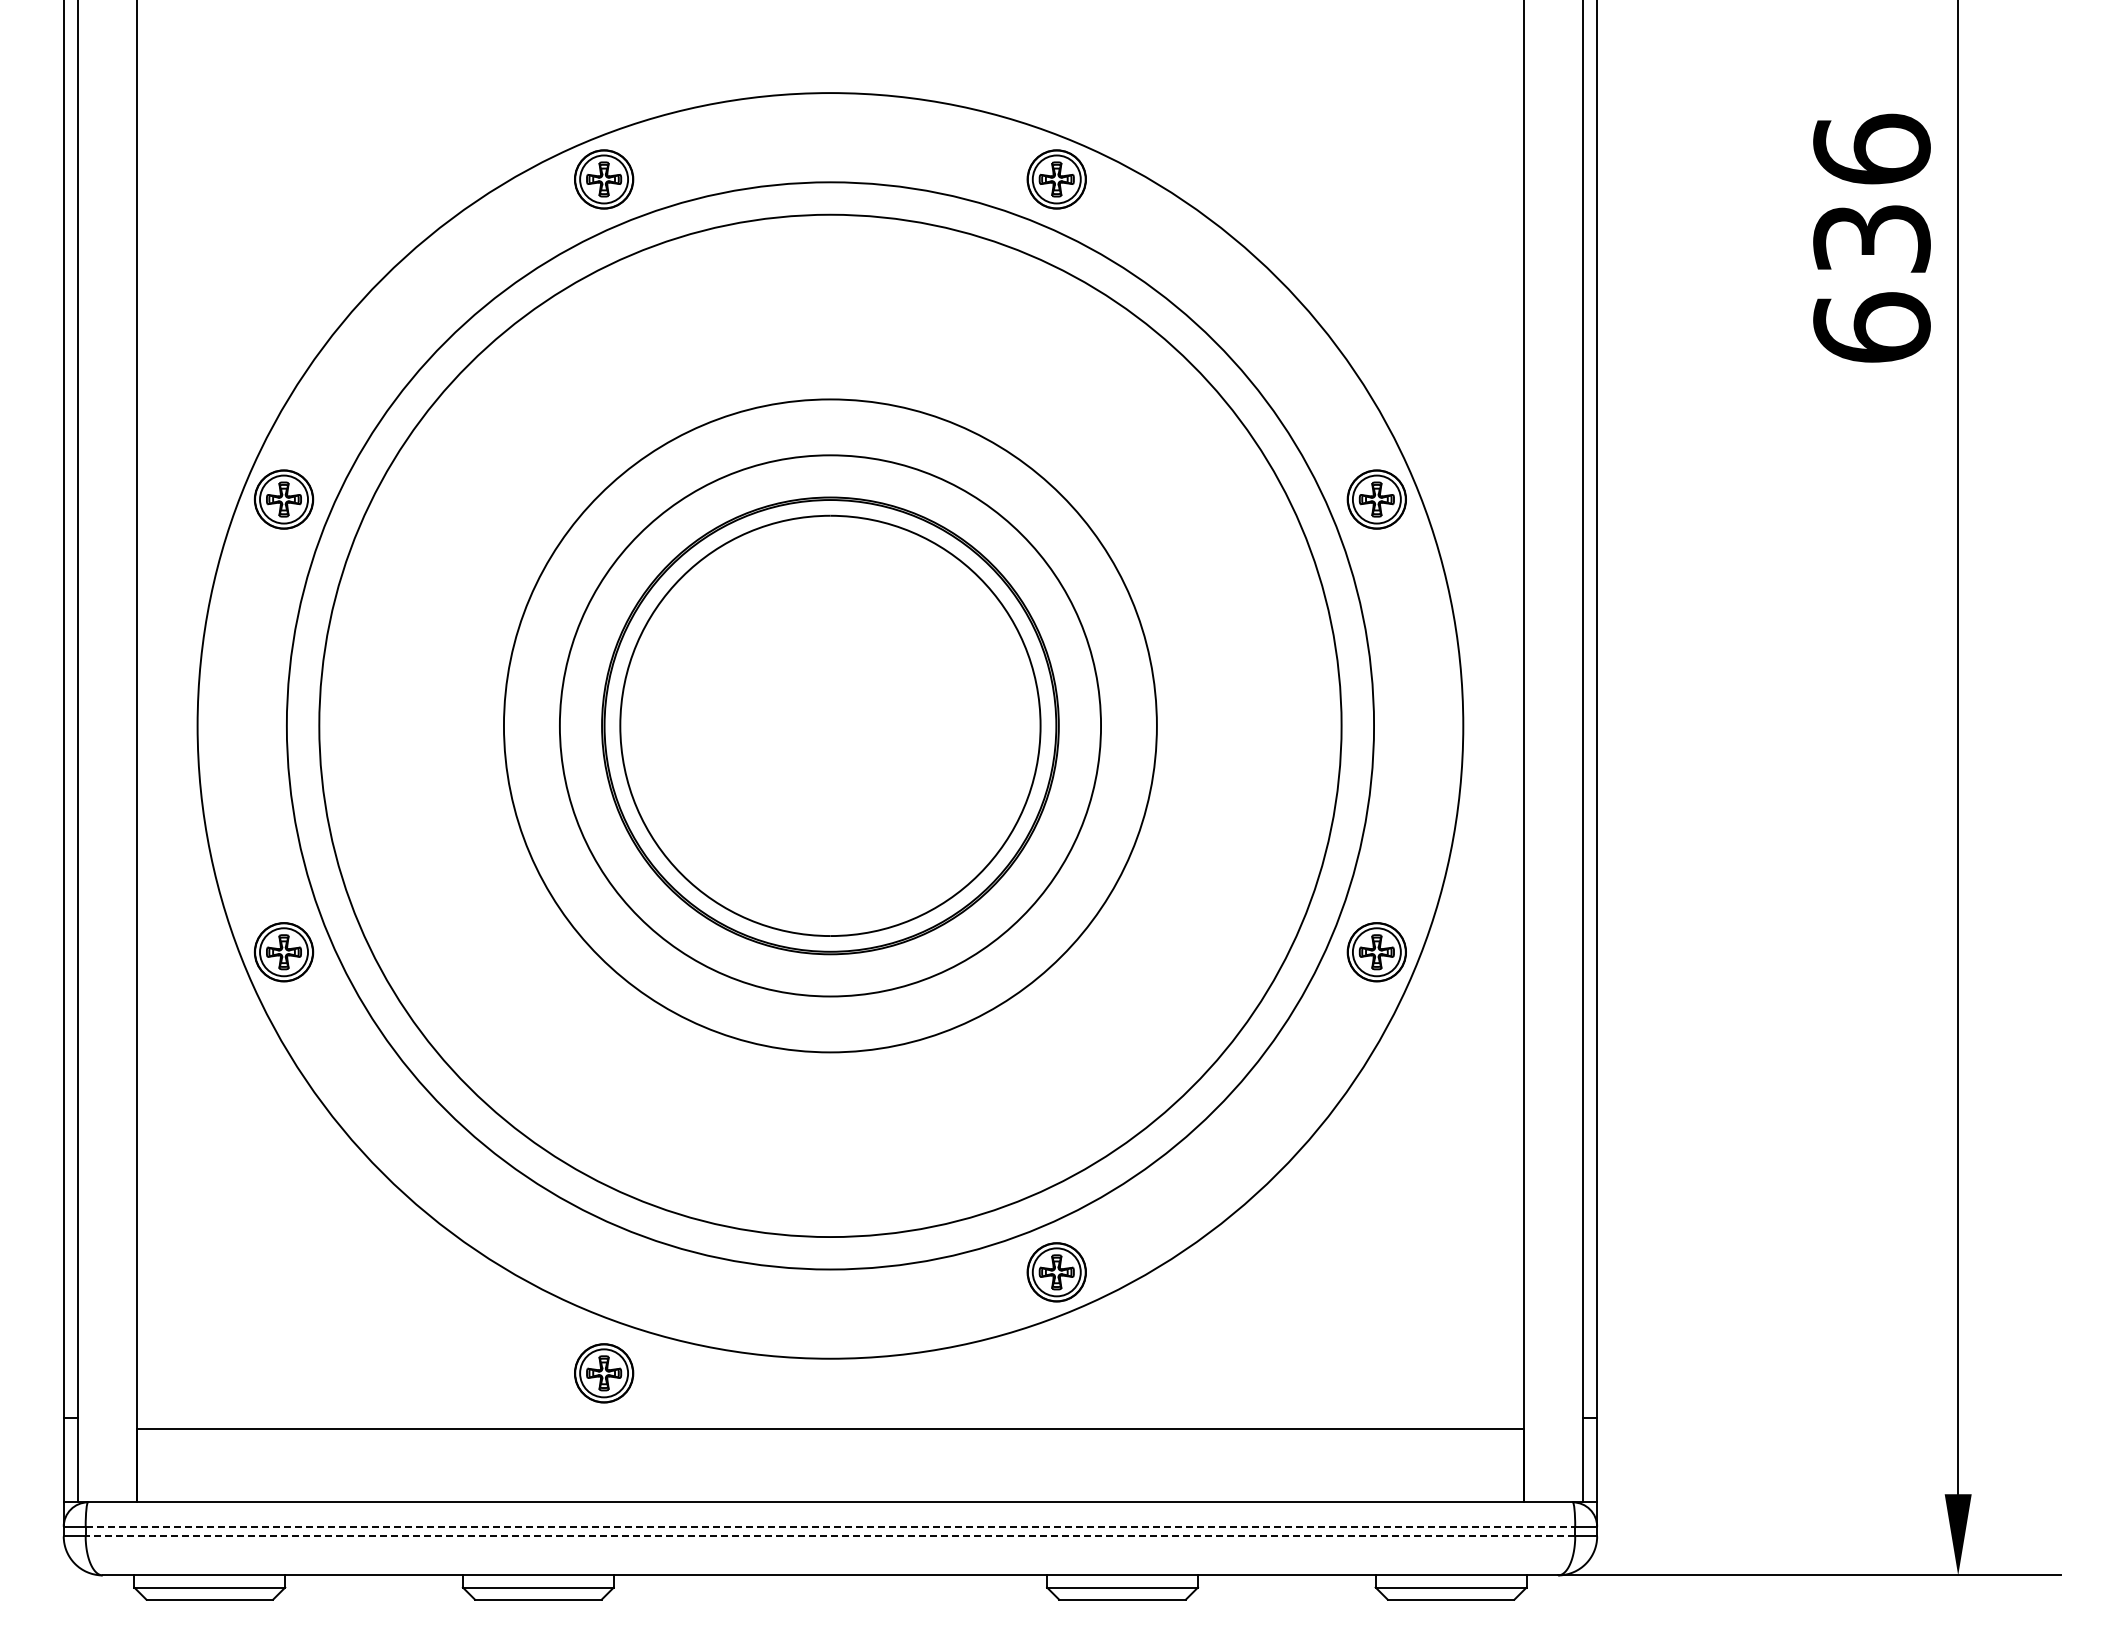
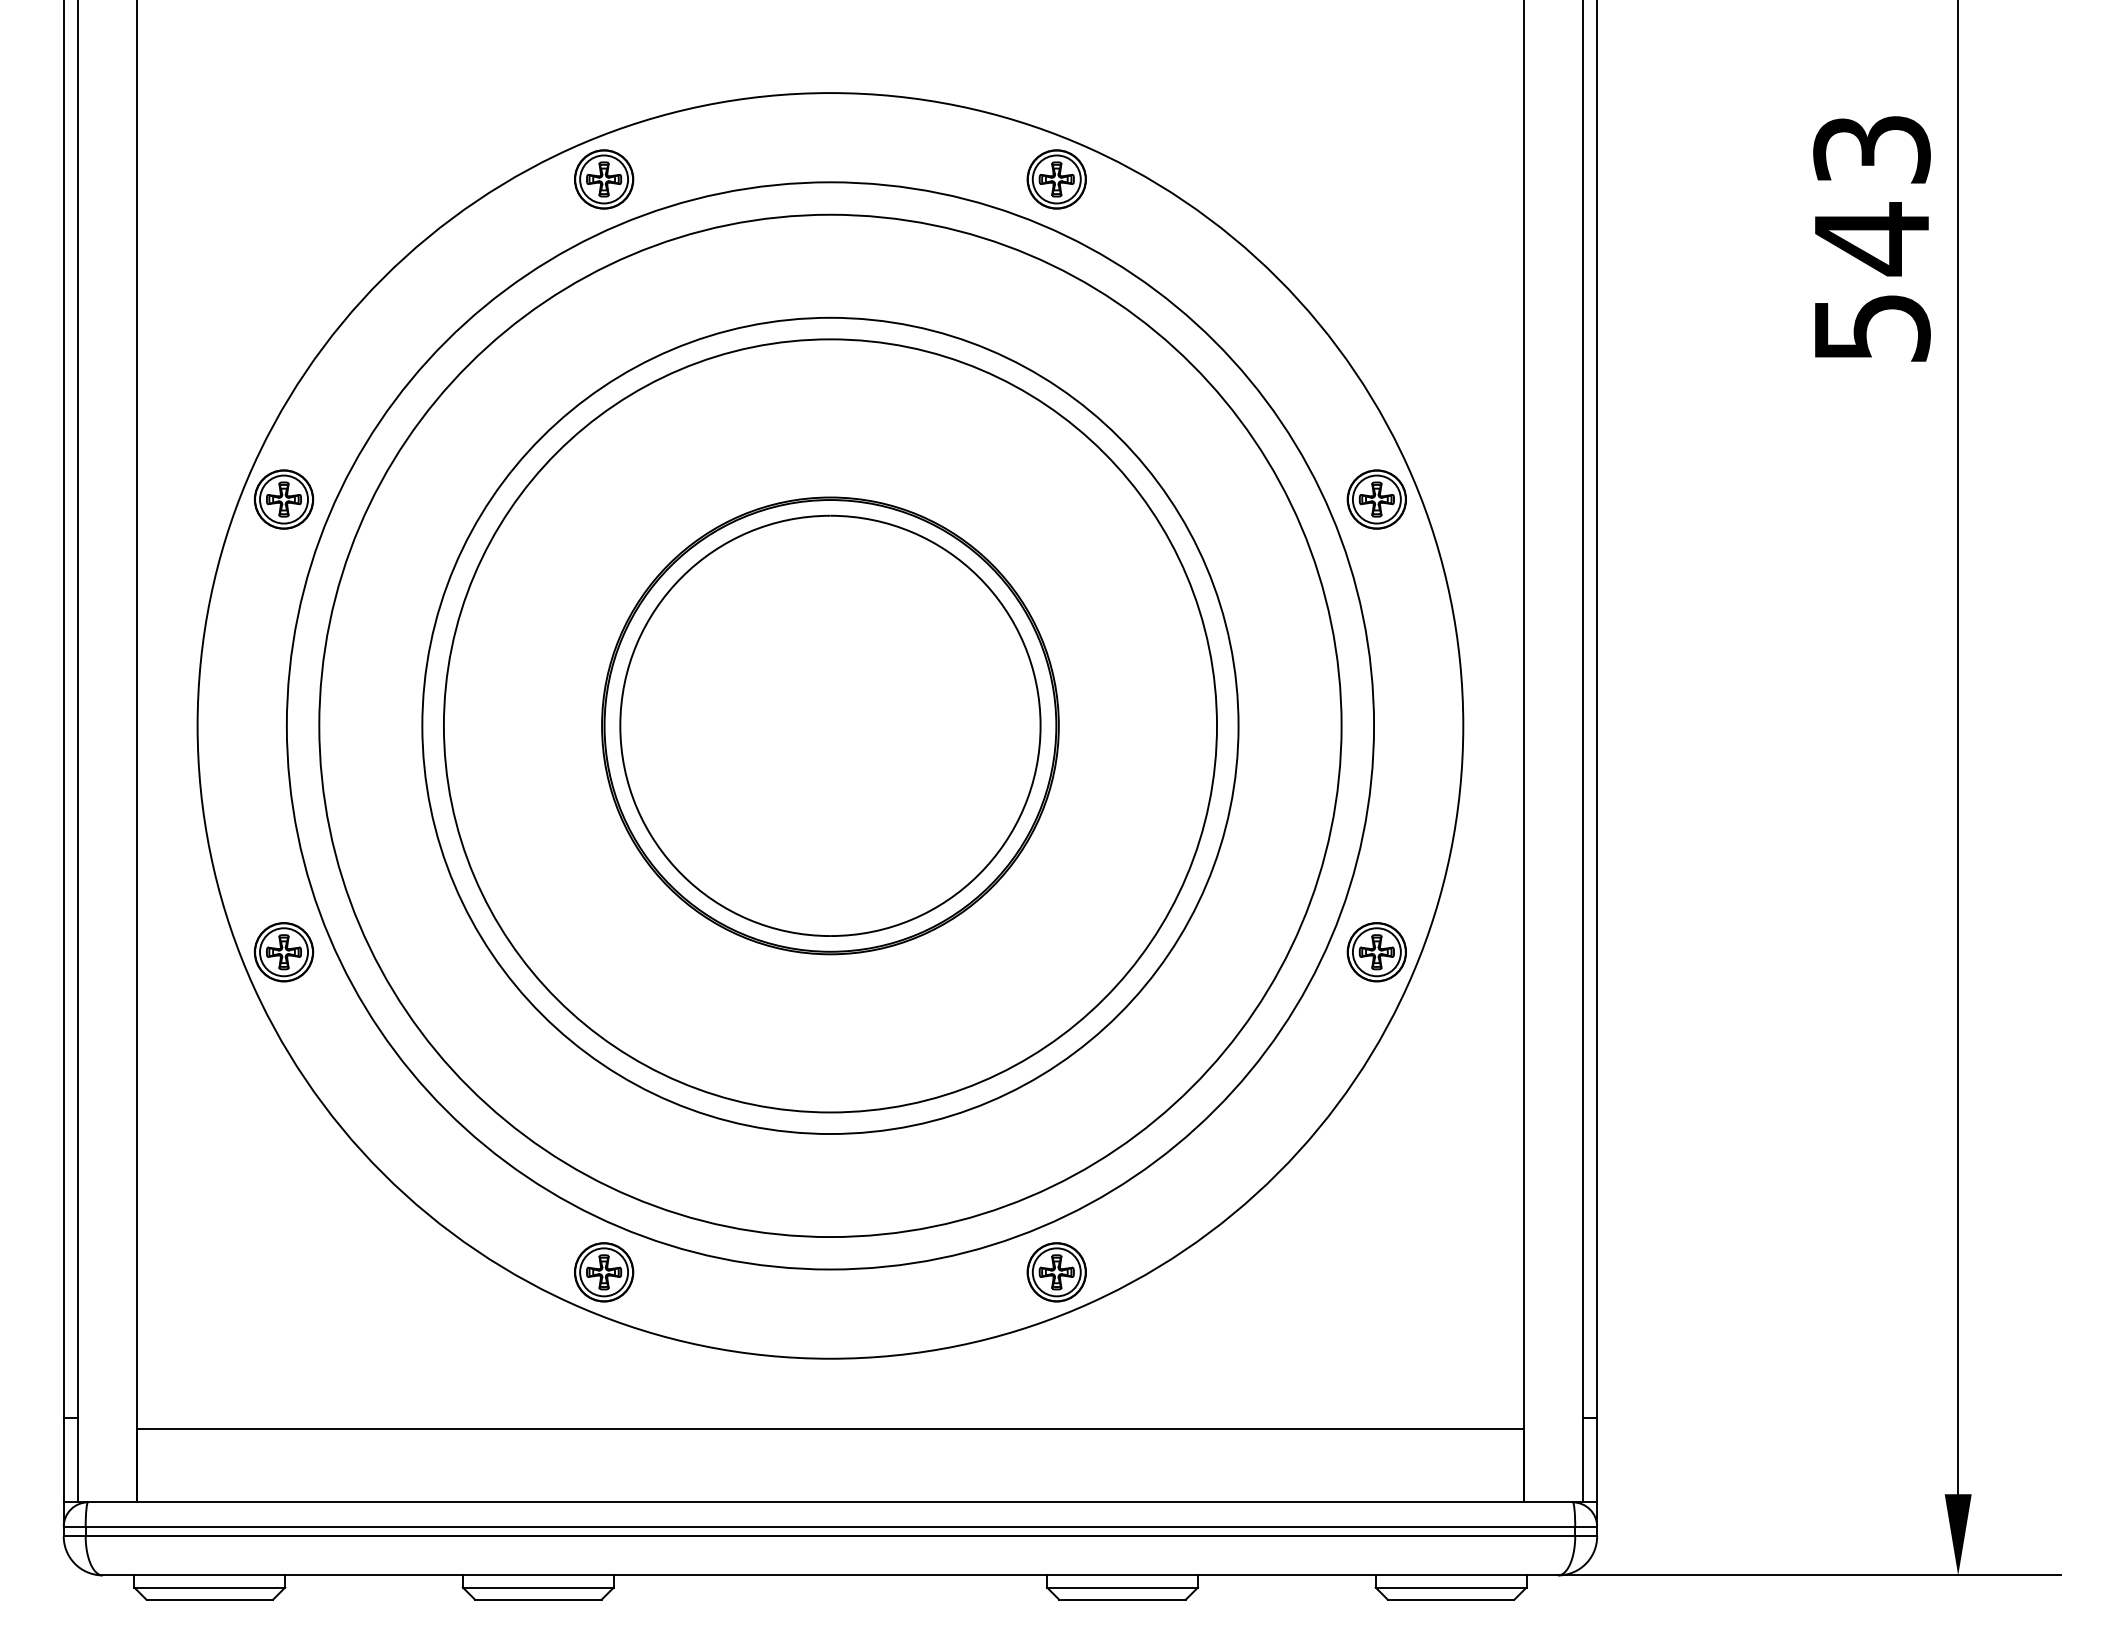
text at (1871, 237): 636 -> 543
circle at (829, 725) diameter: 653 px -> 816 px
circle at (830, 725) diameter: 541 px -> 773 px
part at (604, 1373) position: (604, 1373) -> (604, 1272)
line at (830, 1526): dashed -> solid
line at (830, 1536): dashed -> solid
